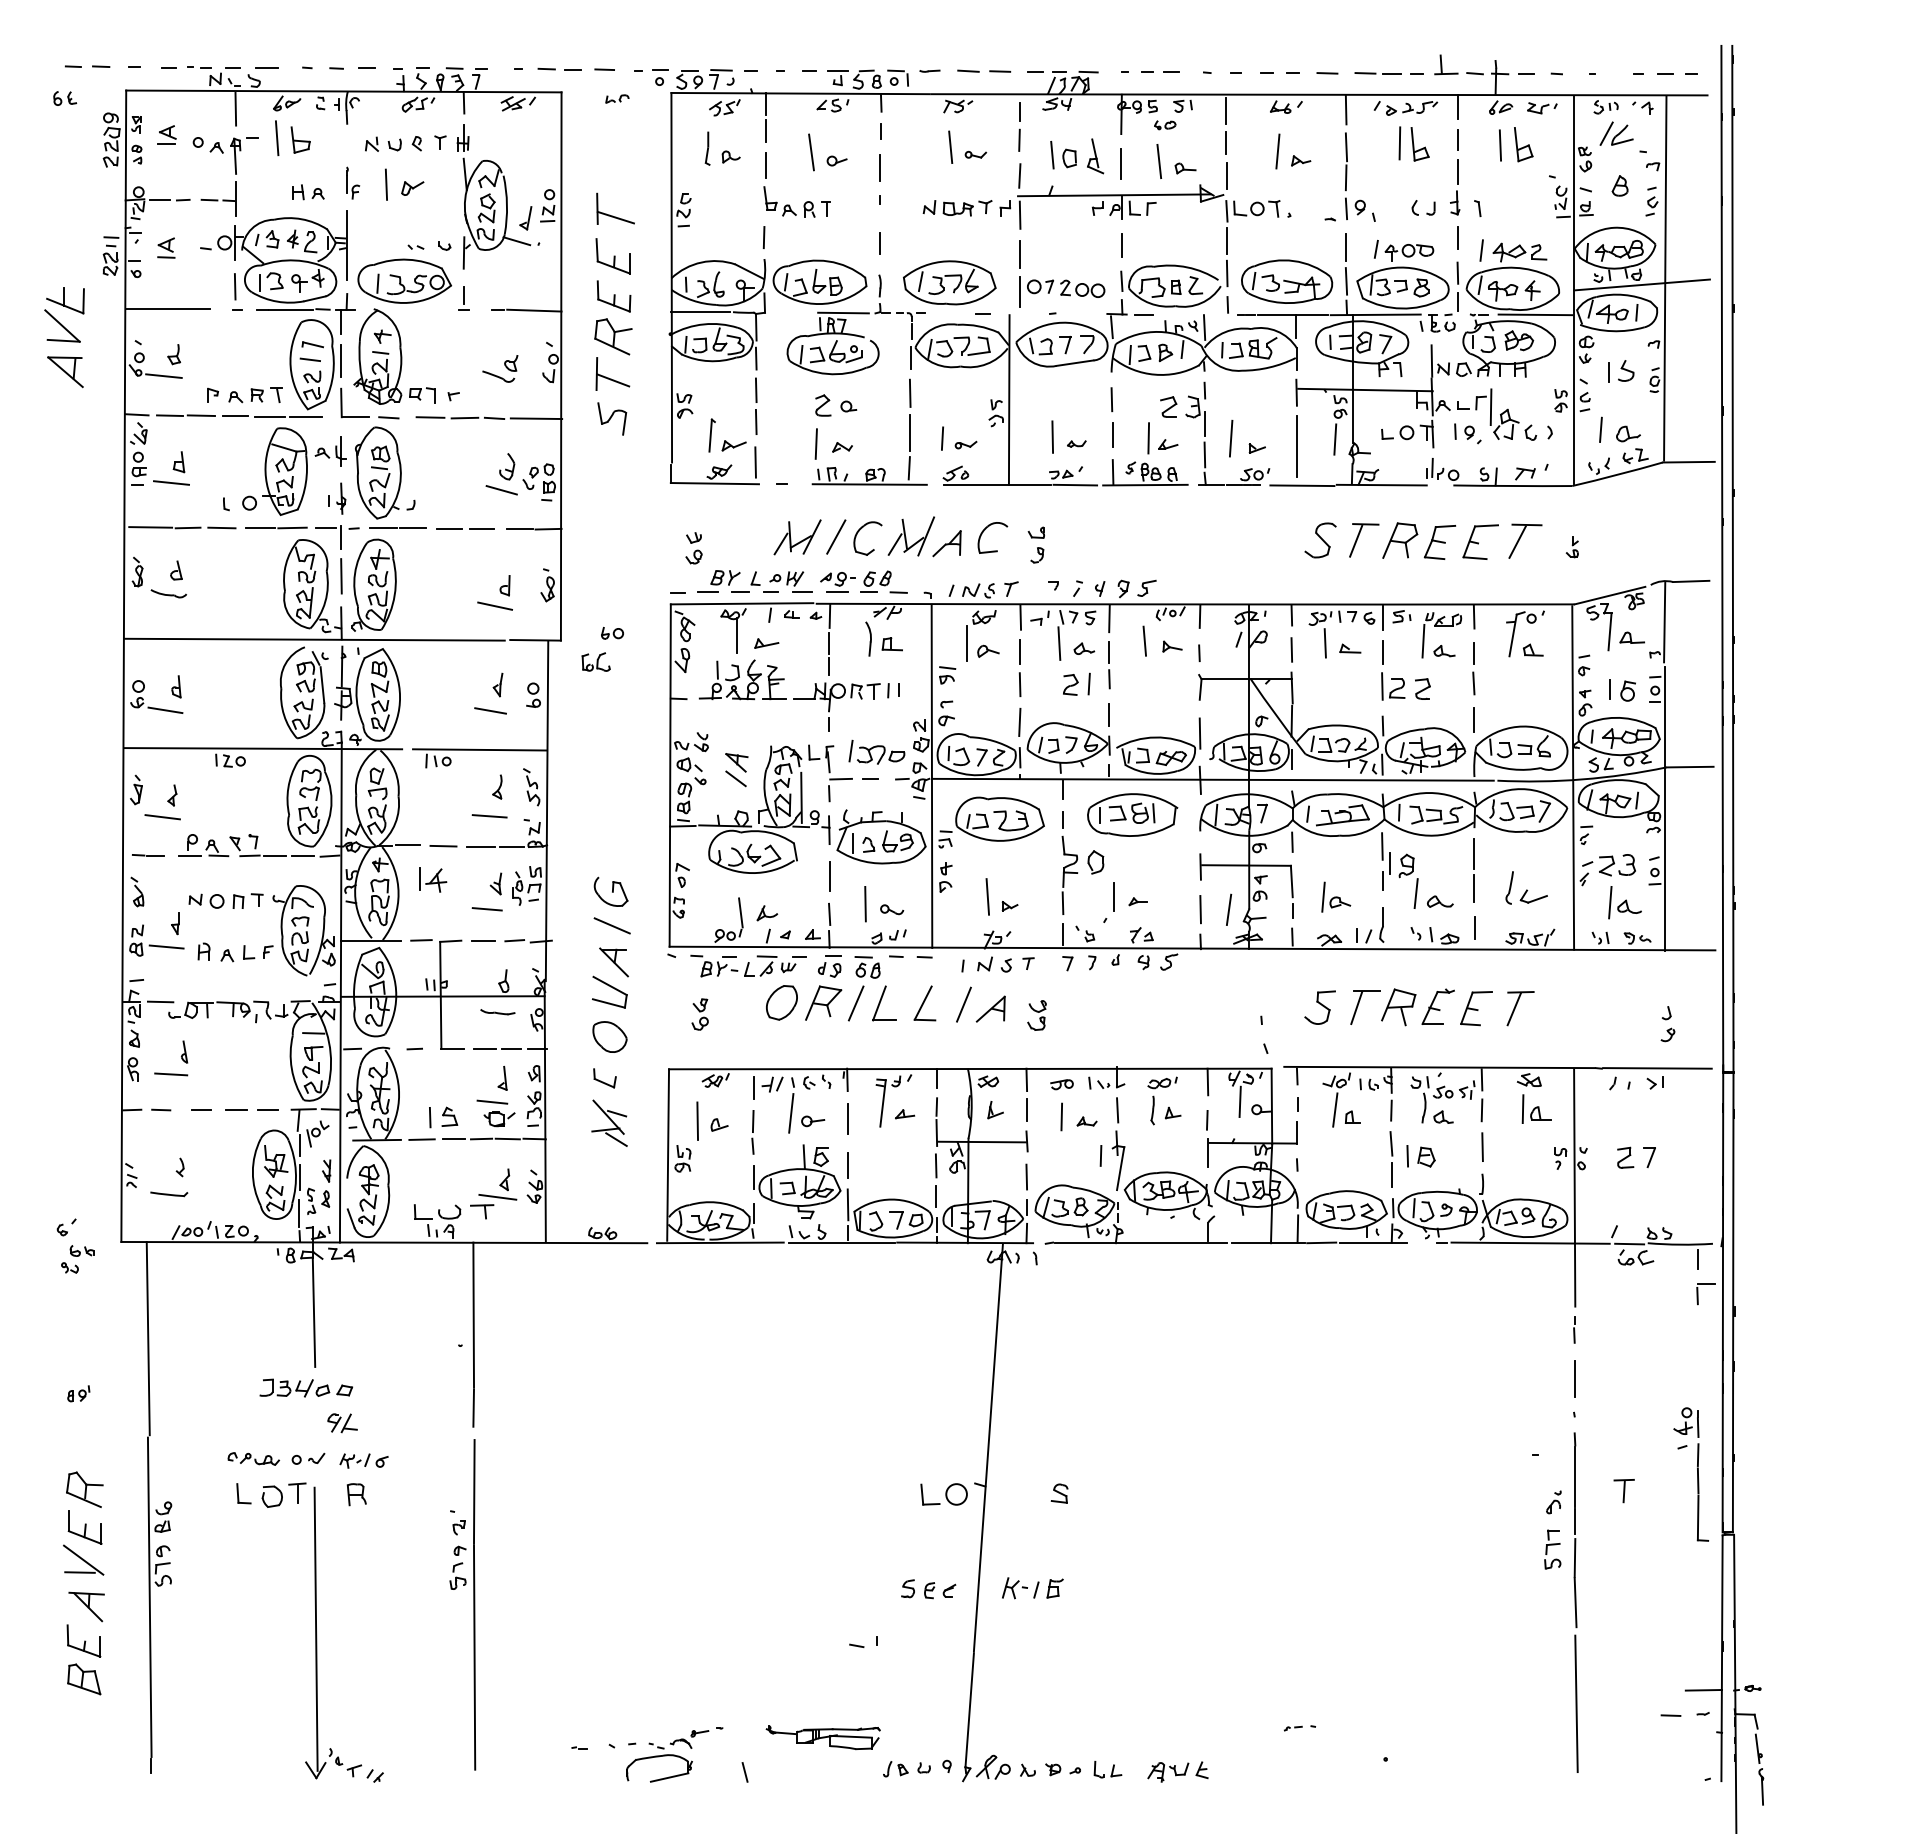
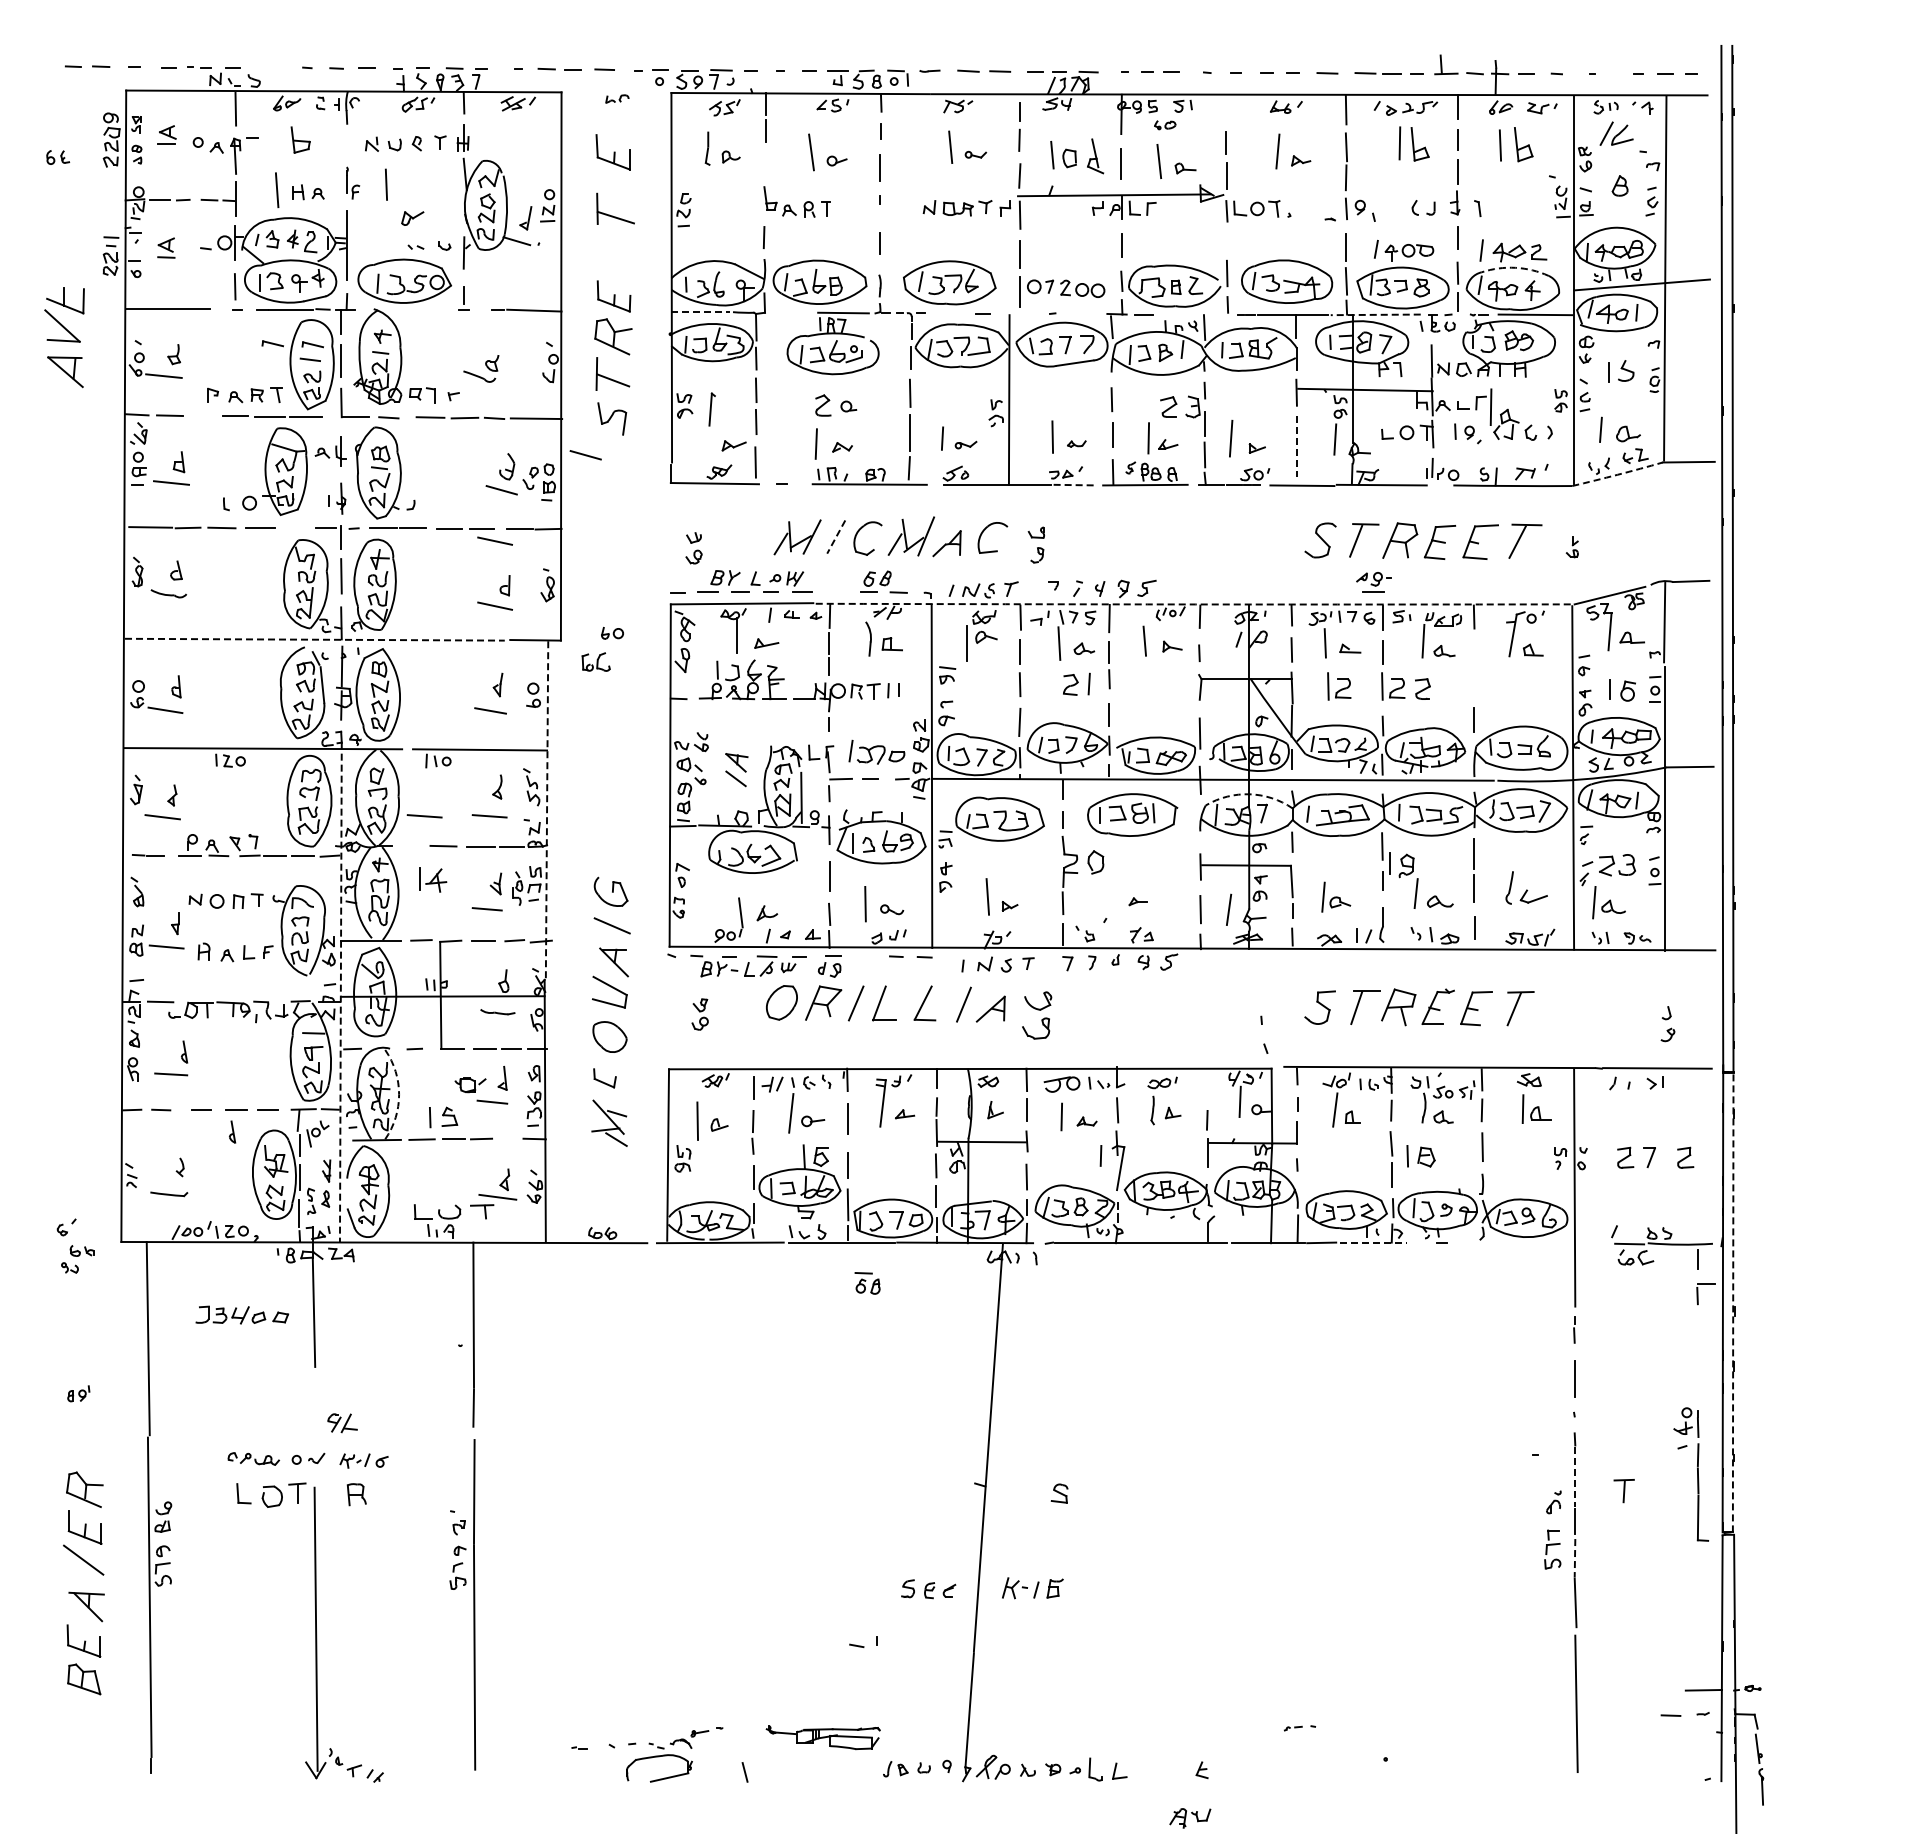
line at (266, 67): present -> none
part at (65, 98) position: (65, 98) -> (58, 157)
line at (1225, 110): present -> none
line at (277, 137) position: (277, 137) -> (277, 189)
line at (765, 165): present -> none
part at (412, 188) position: (412, 188) -> (412, 218)
line at (1226, 240): present -> none
part at (612, 256) position: (612, 256) -> (612, 152)
arc at (1515, 267): solid -> dashed
line at (700, 312): solid -> dashed
line at (1375, 314): solid -> dashed
part at (272, 343): none -> present
part at (500, 368) position: (500, 368) -> (481, 368)
line at (200, 415): present -> none
part at (711, 435) position: (711, 435) -> (711, 409)
line at (1296, 447): solid -> dashed
line at (585, 455): none -> present
arc at (1617, 474): solid -> dashed
line at (1075, 485): solid -> dashed
line at (292, 527): present -> none
line at (836, 537): solid -> dashed
line at (494, 540): none -> present
part at (837, 582) position: (837, 582) -> (1373, 582)
arc at (1195, 604): solid -> dashed
line at (314, 639): solid -> dashed
part at (988, 650) position: (988, 650) -> (986, 636)
part at (1473, 668): present -> none
part at (1339, 686): none -> present
arc at (1249, 794): solid -> dashed
line at (547, 811): solid -> dashed
line at (424, 816): none -> present
line at (408, 845): present -> none
line at (1114, 896): present -> none
part at (1624, 902) position: (1624, 902) -> (1608, 902)
part at (867, 967) position: (867, 967) -> (867, 1283)
line at (340, 992): solid -> dashed
part at (1036, 1015) size: 20x31 px -> 31x49 px
line at (1207, 1081): present -> none
part at (1061, 1084) size: 24x12 px -> 38x17 px
arc at (399, 1094): solid -> dashed
part at (499, 1119) position: (499, 1119) -> (470, 1085)
part at (232, 1131): none -> present
line at (507, 1138): present -> none
part at (1685, 1157): none -> present
line at (1373, 1242): solid -> dashed
line at (1530, 1242): present -> none
line at (1733, 1302): solid -> dashed
part at (306, 1387) position: (306, 1387) -> (242, 1314)
line at (1574, 1477): solid -> dashed
part at (943, 1494): present -> none
line at (1574, 1558): solid -> dashed
line at (79, 1572): present -> none
part at (1107, 1769) size: 30x18 px -> 40x25 px
part at (1168, 1772) position: (1168, 1772) -> (1190, 1818)
